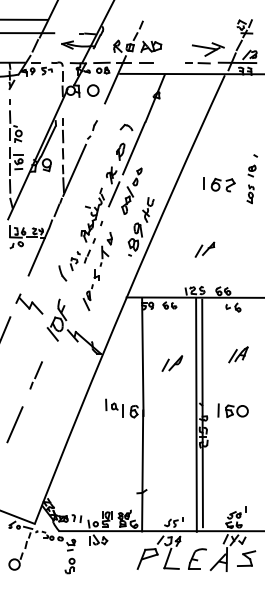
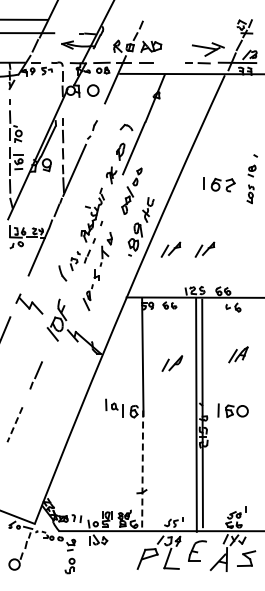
line at (113, 194): present -> none
part at (170, 249): none -> present
line at (14, 425): solid -> dashed
line at (142, 471): solid -> dashed
part at (197, 558) position: (197, 558) -> (197, 550)
